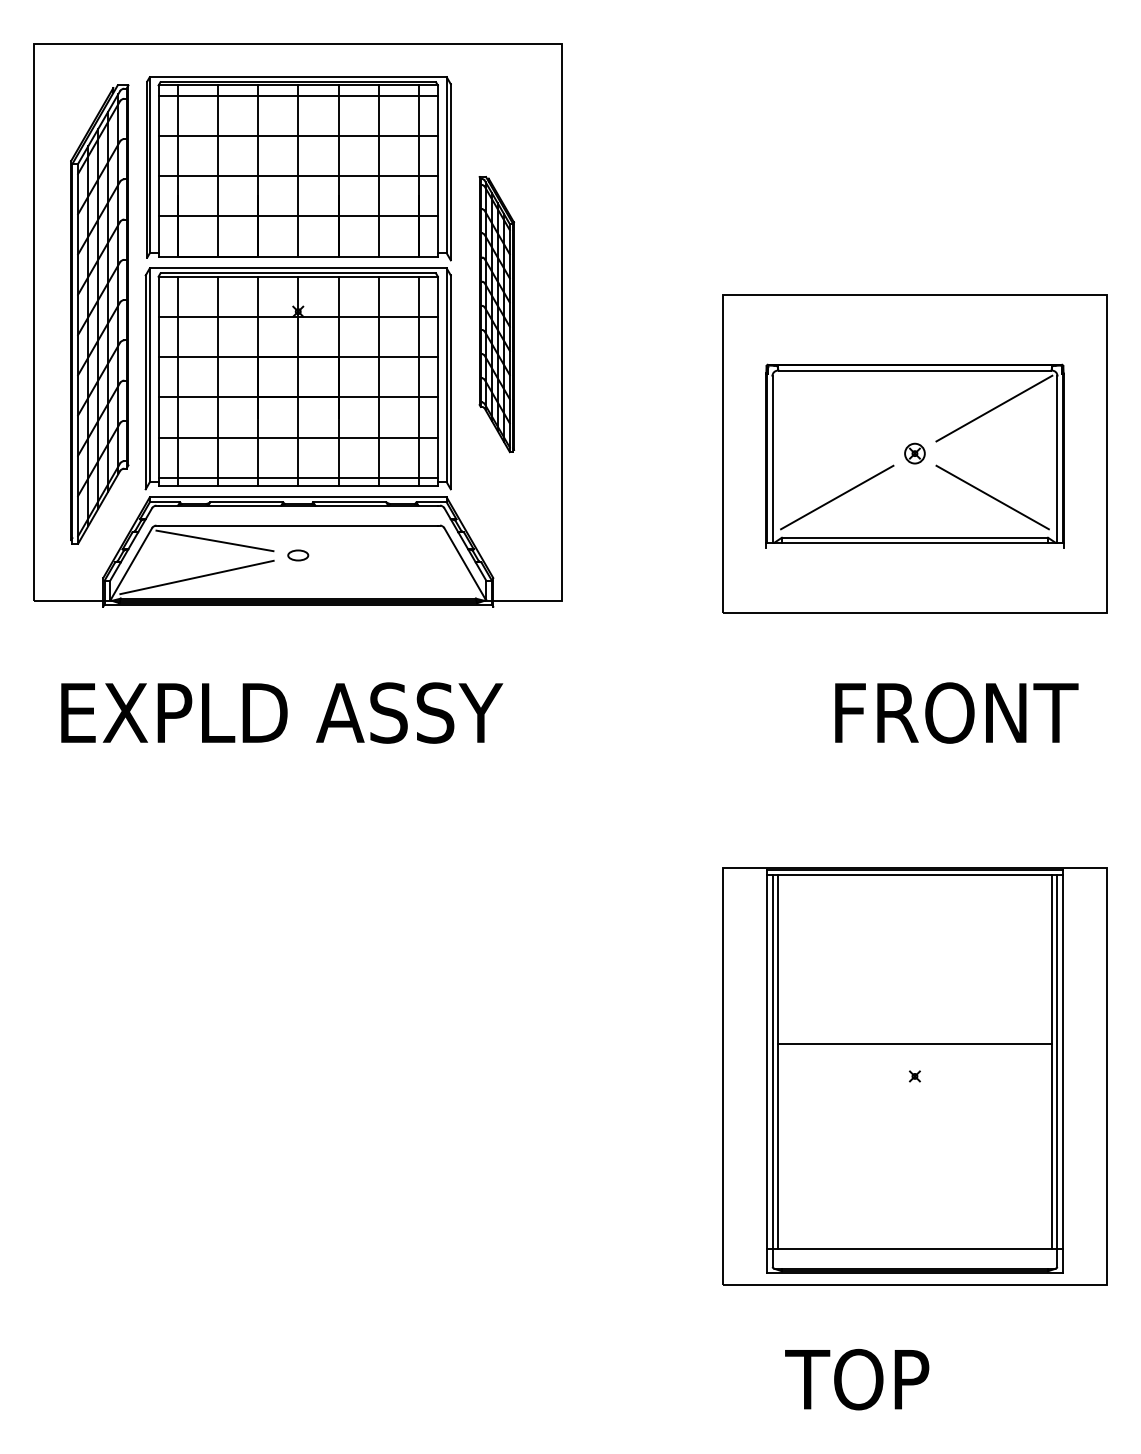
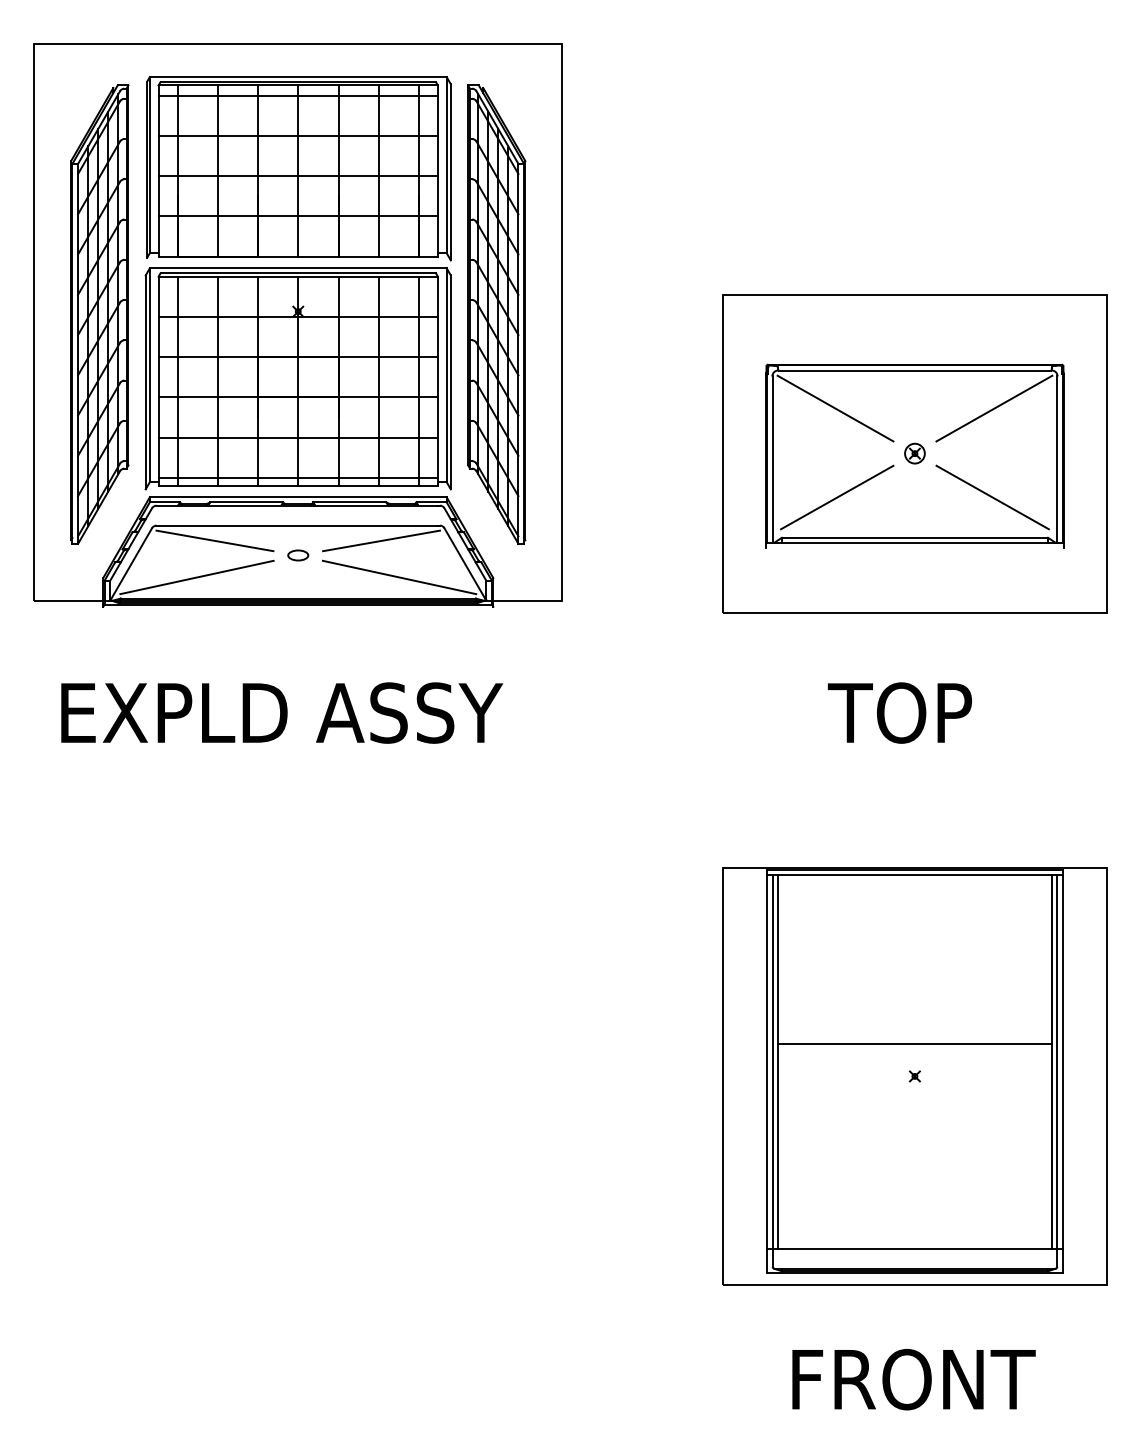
part at (496, 314) size: 38x278 px -> 60x461 px
line at (835, 408): none -> present
line at (381, 540): none -> present
line at (399, 577): none -> present
text at (952, 712): FRONT -> TOP
text at (910, 1379): TOP -> FRONT
